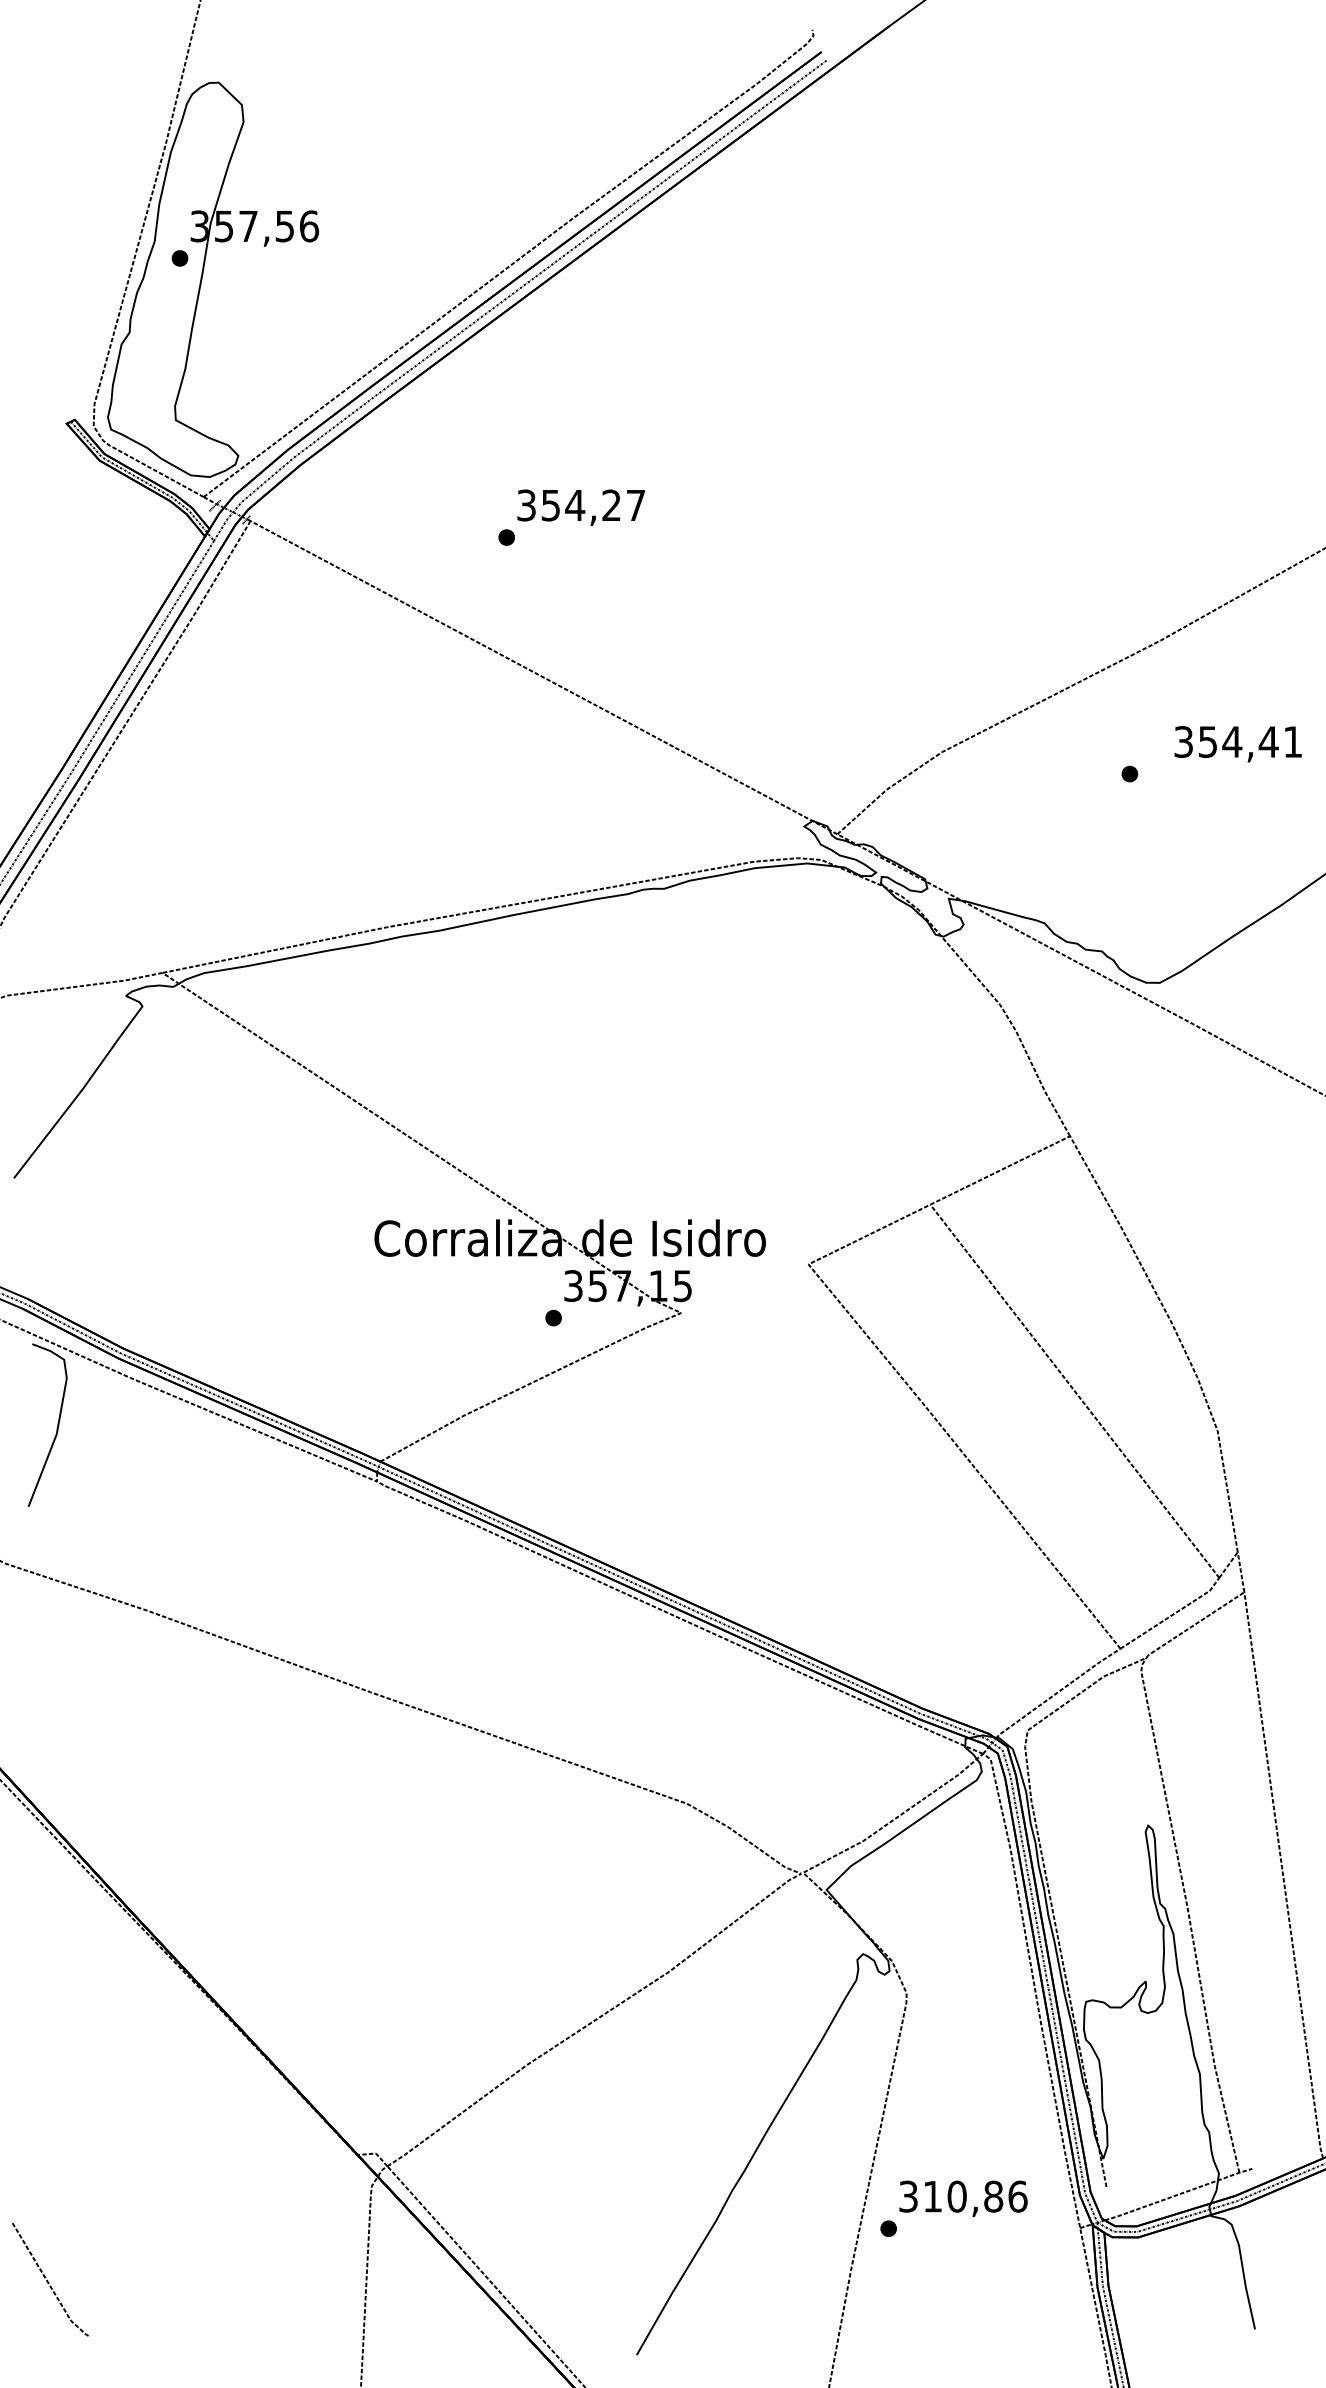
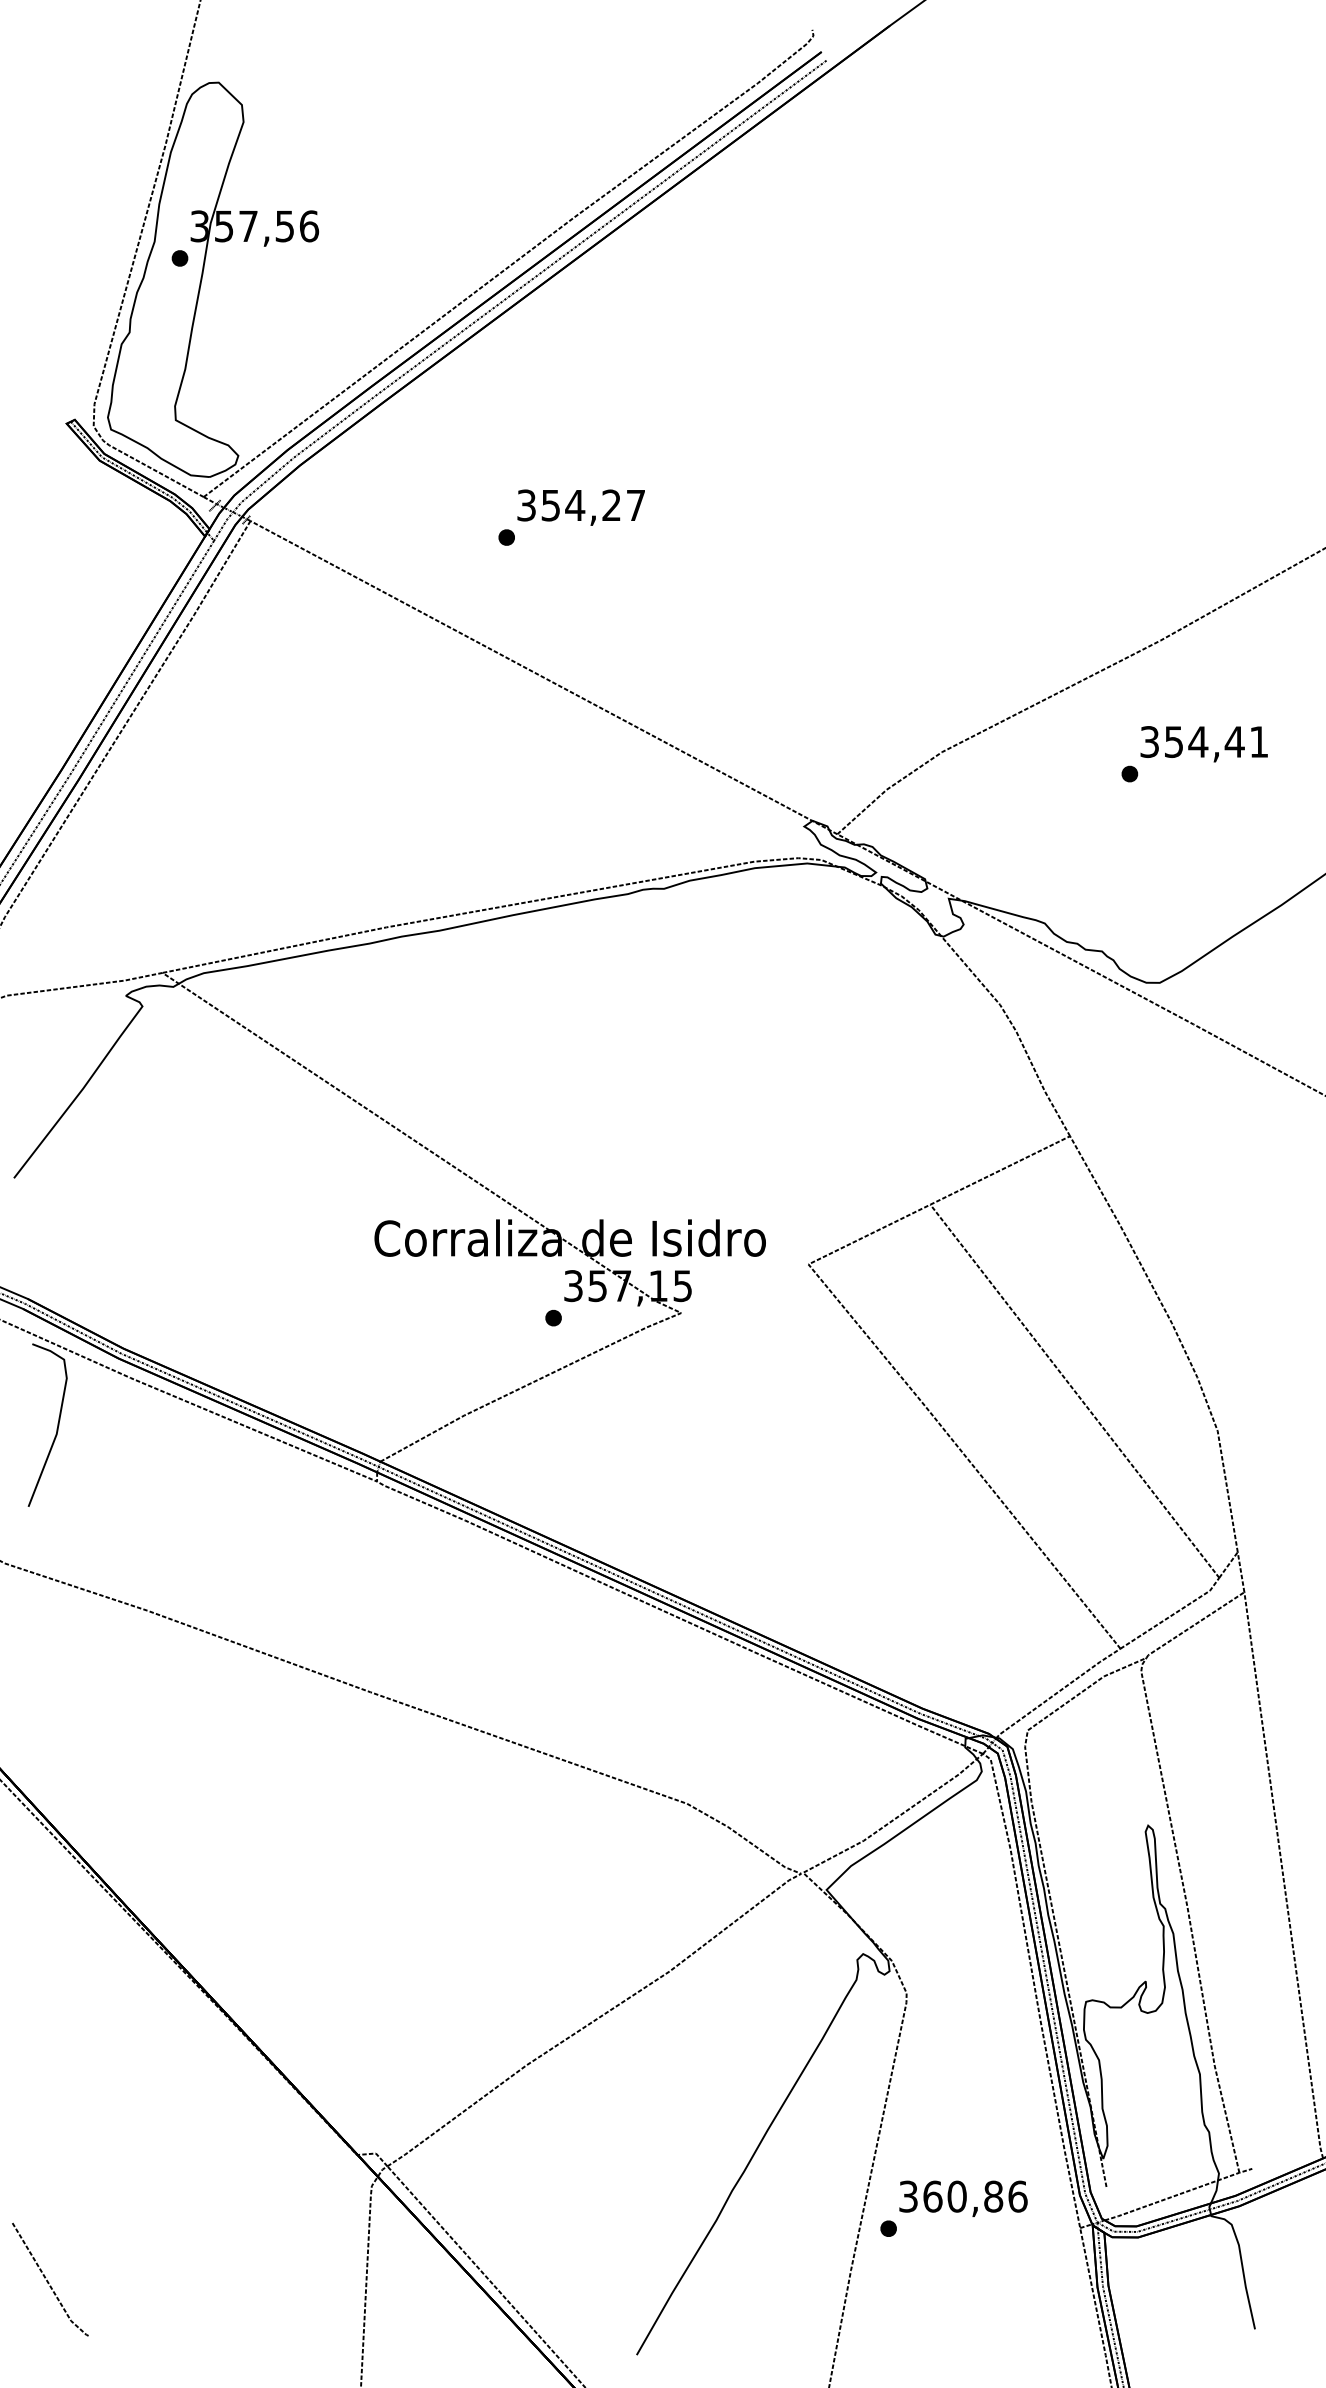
text at (1237, 744) position: (1237, 744) -> (1203, 744)
text at (932, 2196): 310,86 -> 360,86
